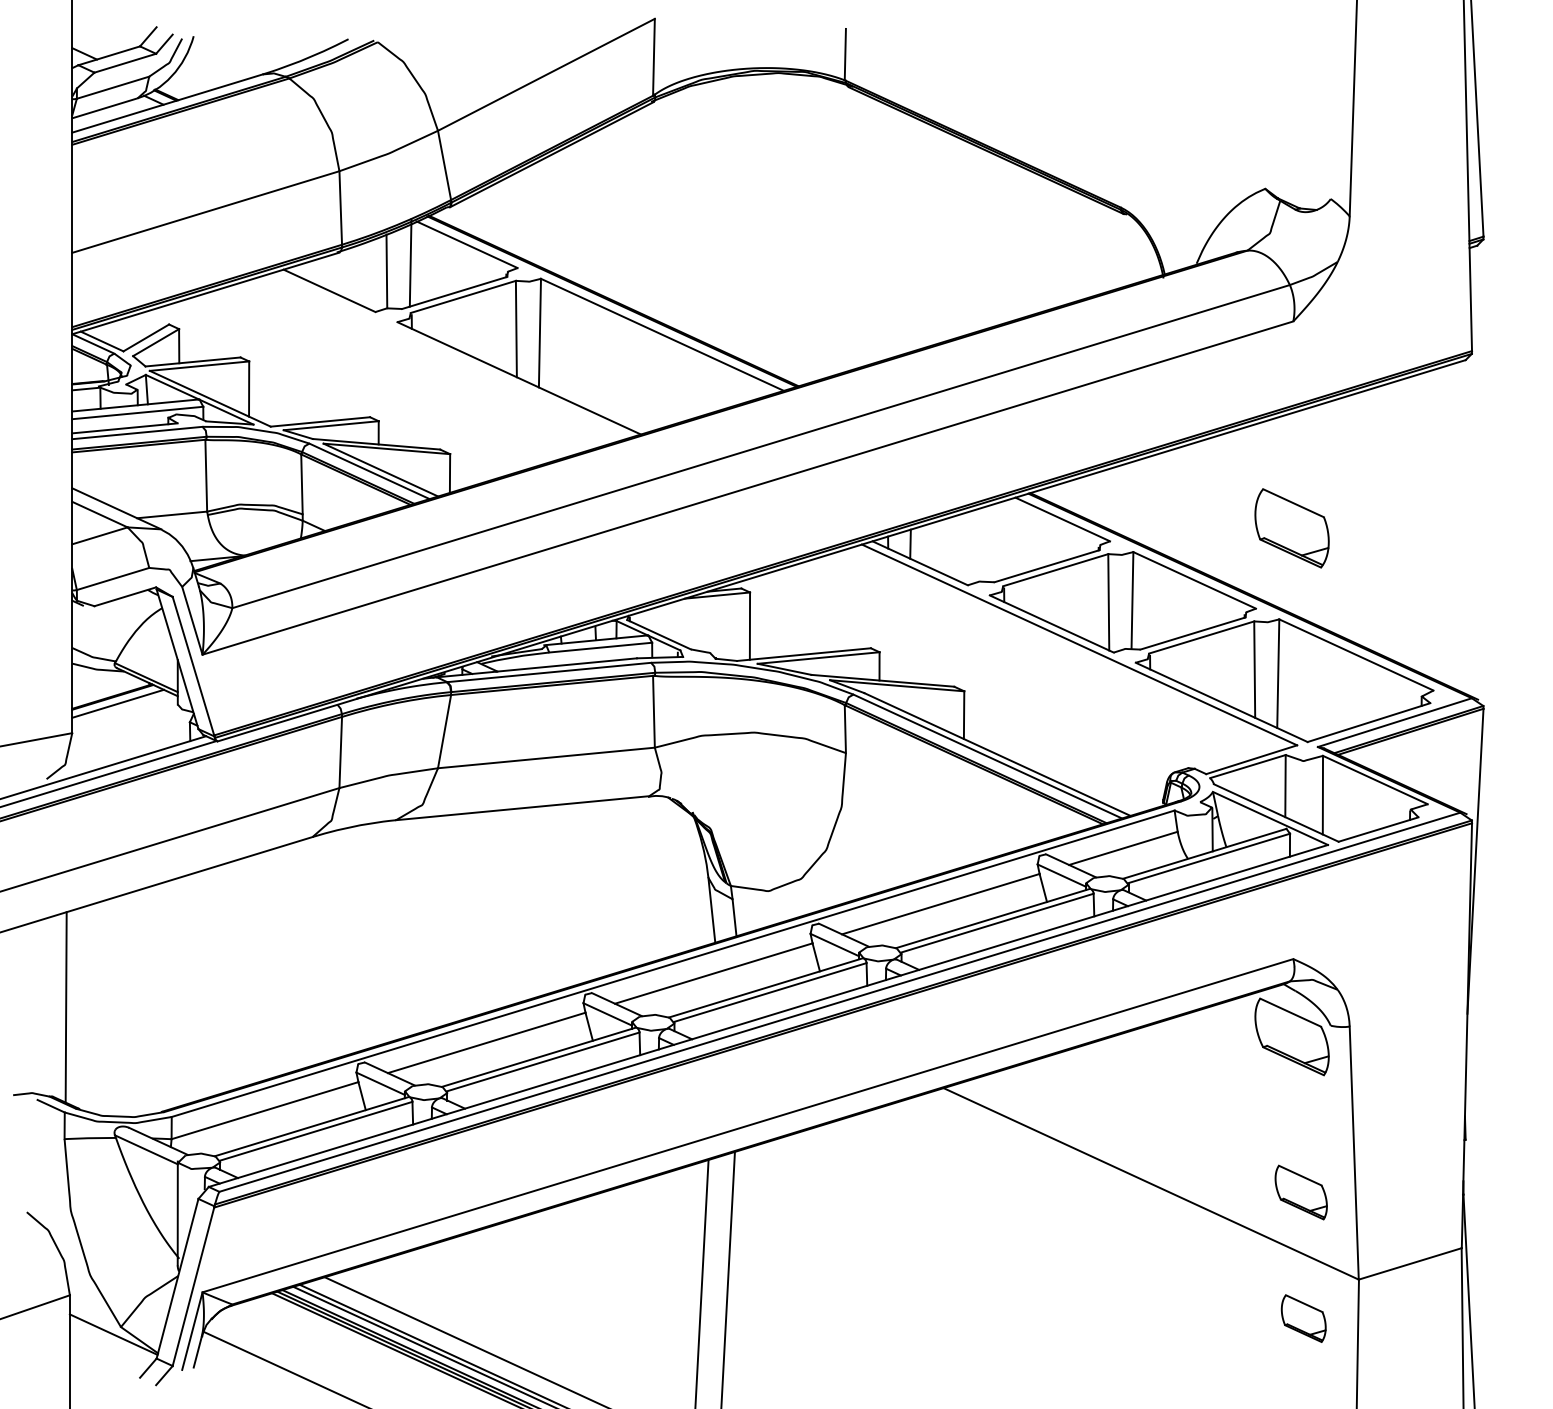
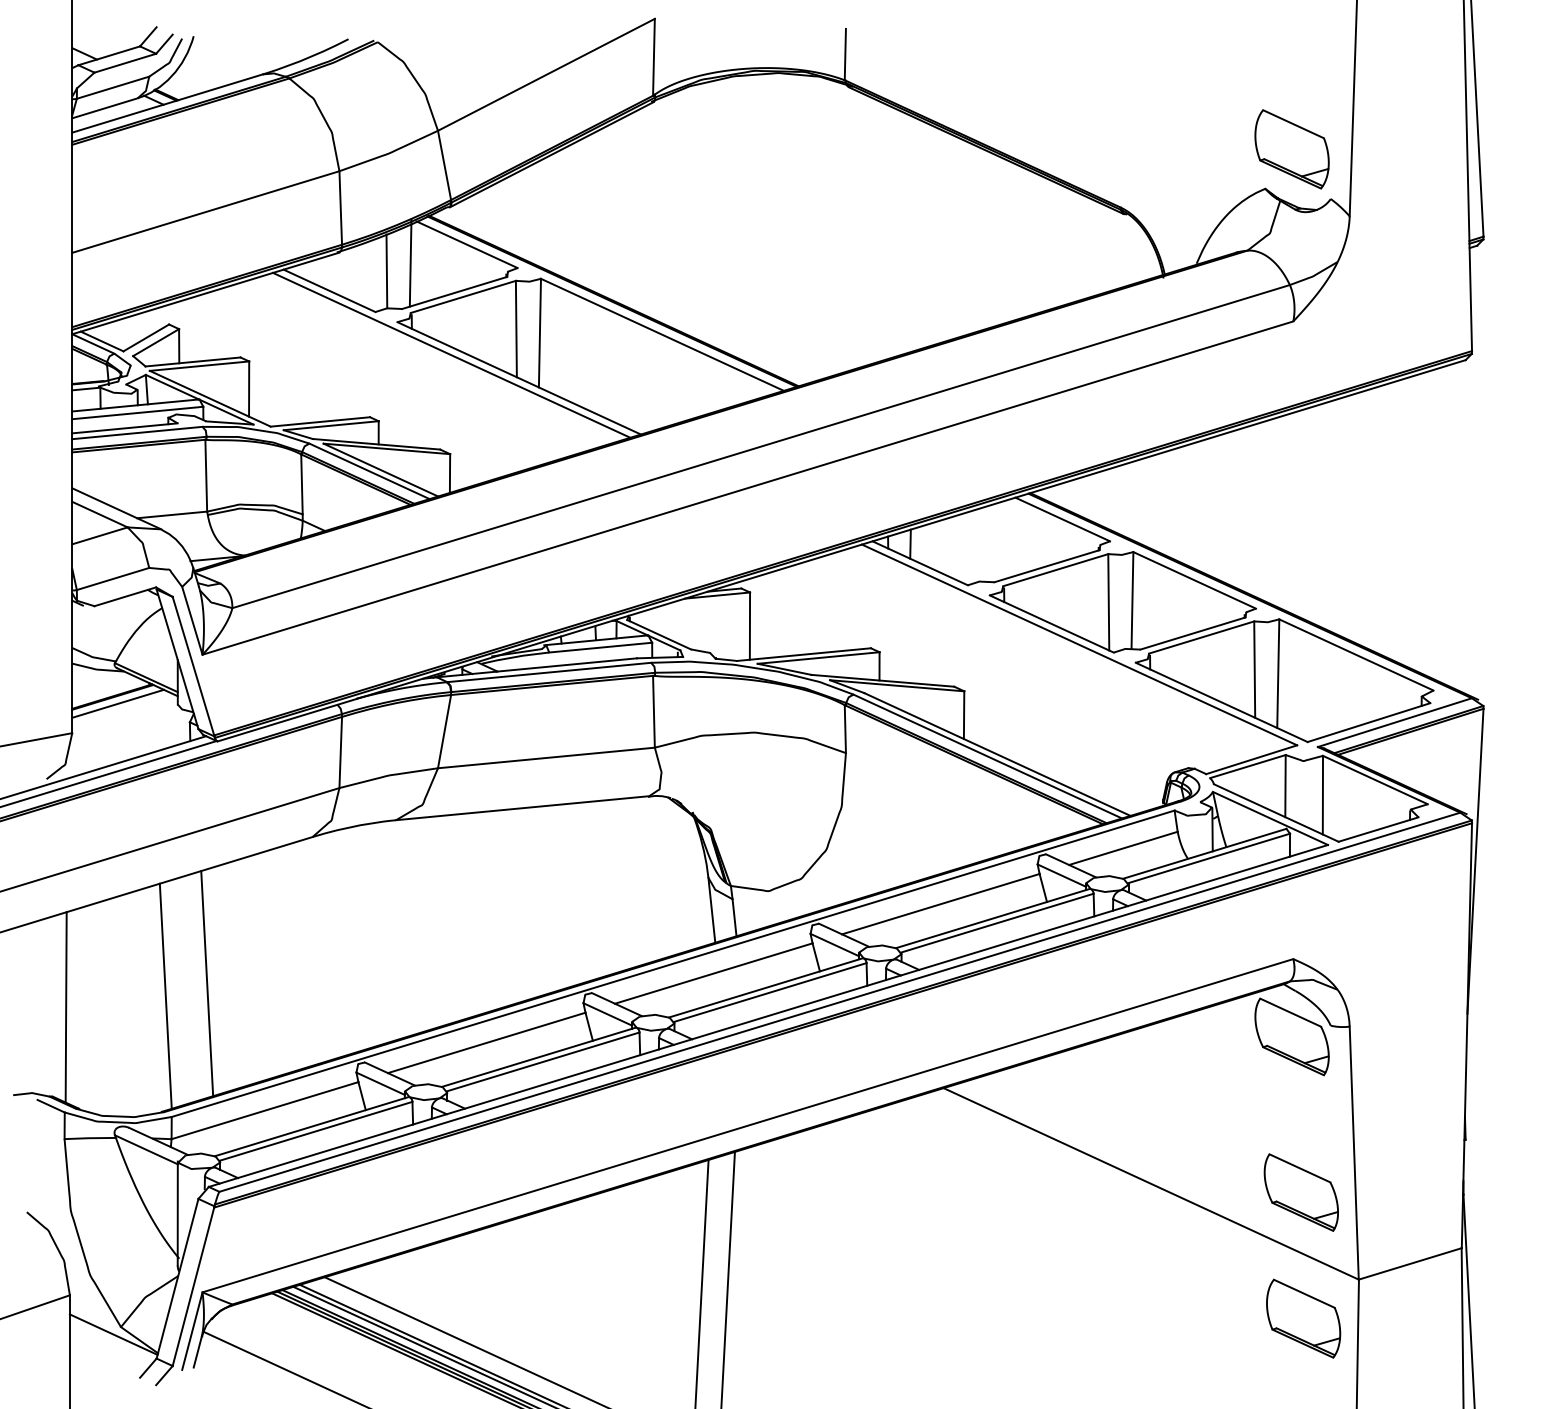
line at (451, 354): none -> present
part at (1291, 528) position: (1291, 528) -> (1291, 149)
line at (207, 983): none -> present
line at (165, 995): none -> present
part at (1300, 1192) size: 54x57 px -> 76x79 px
part at (1303, 1318) size: 47x49 px -> 76x81 px
